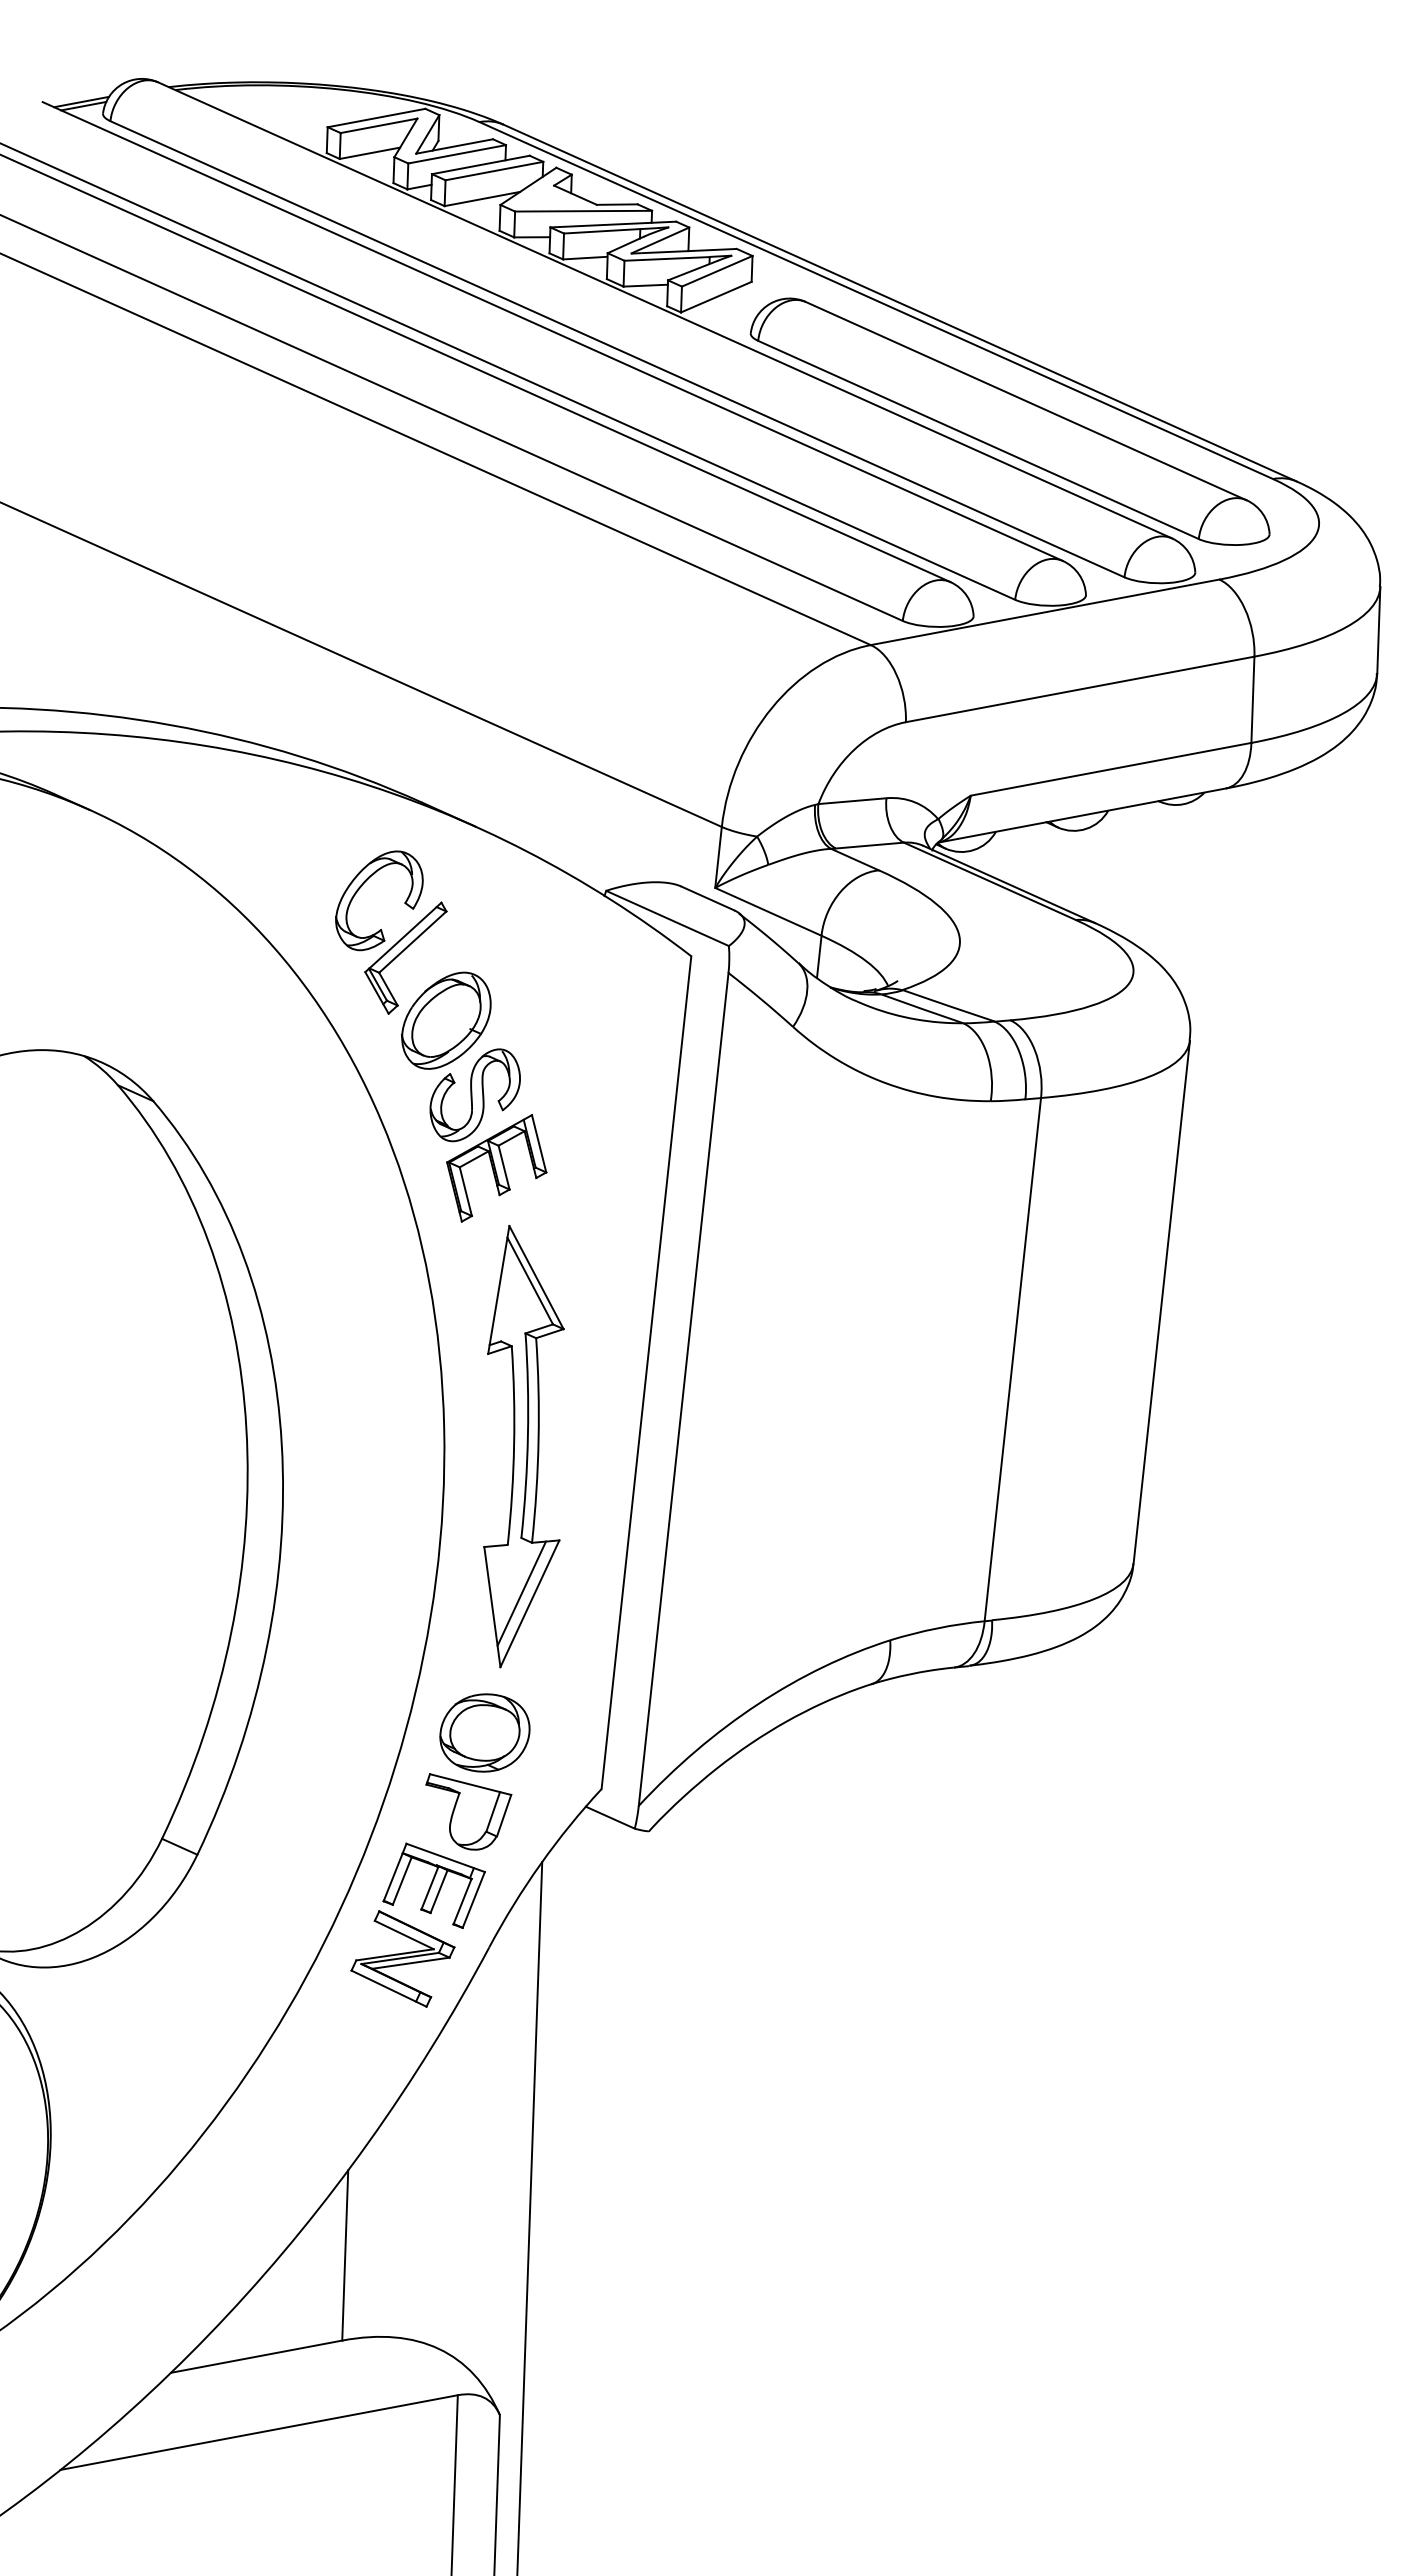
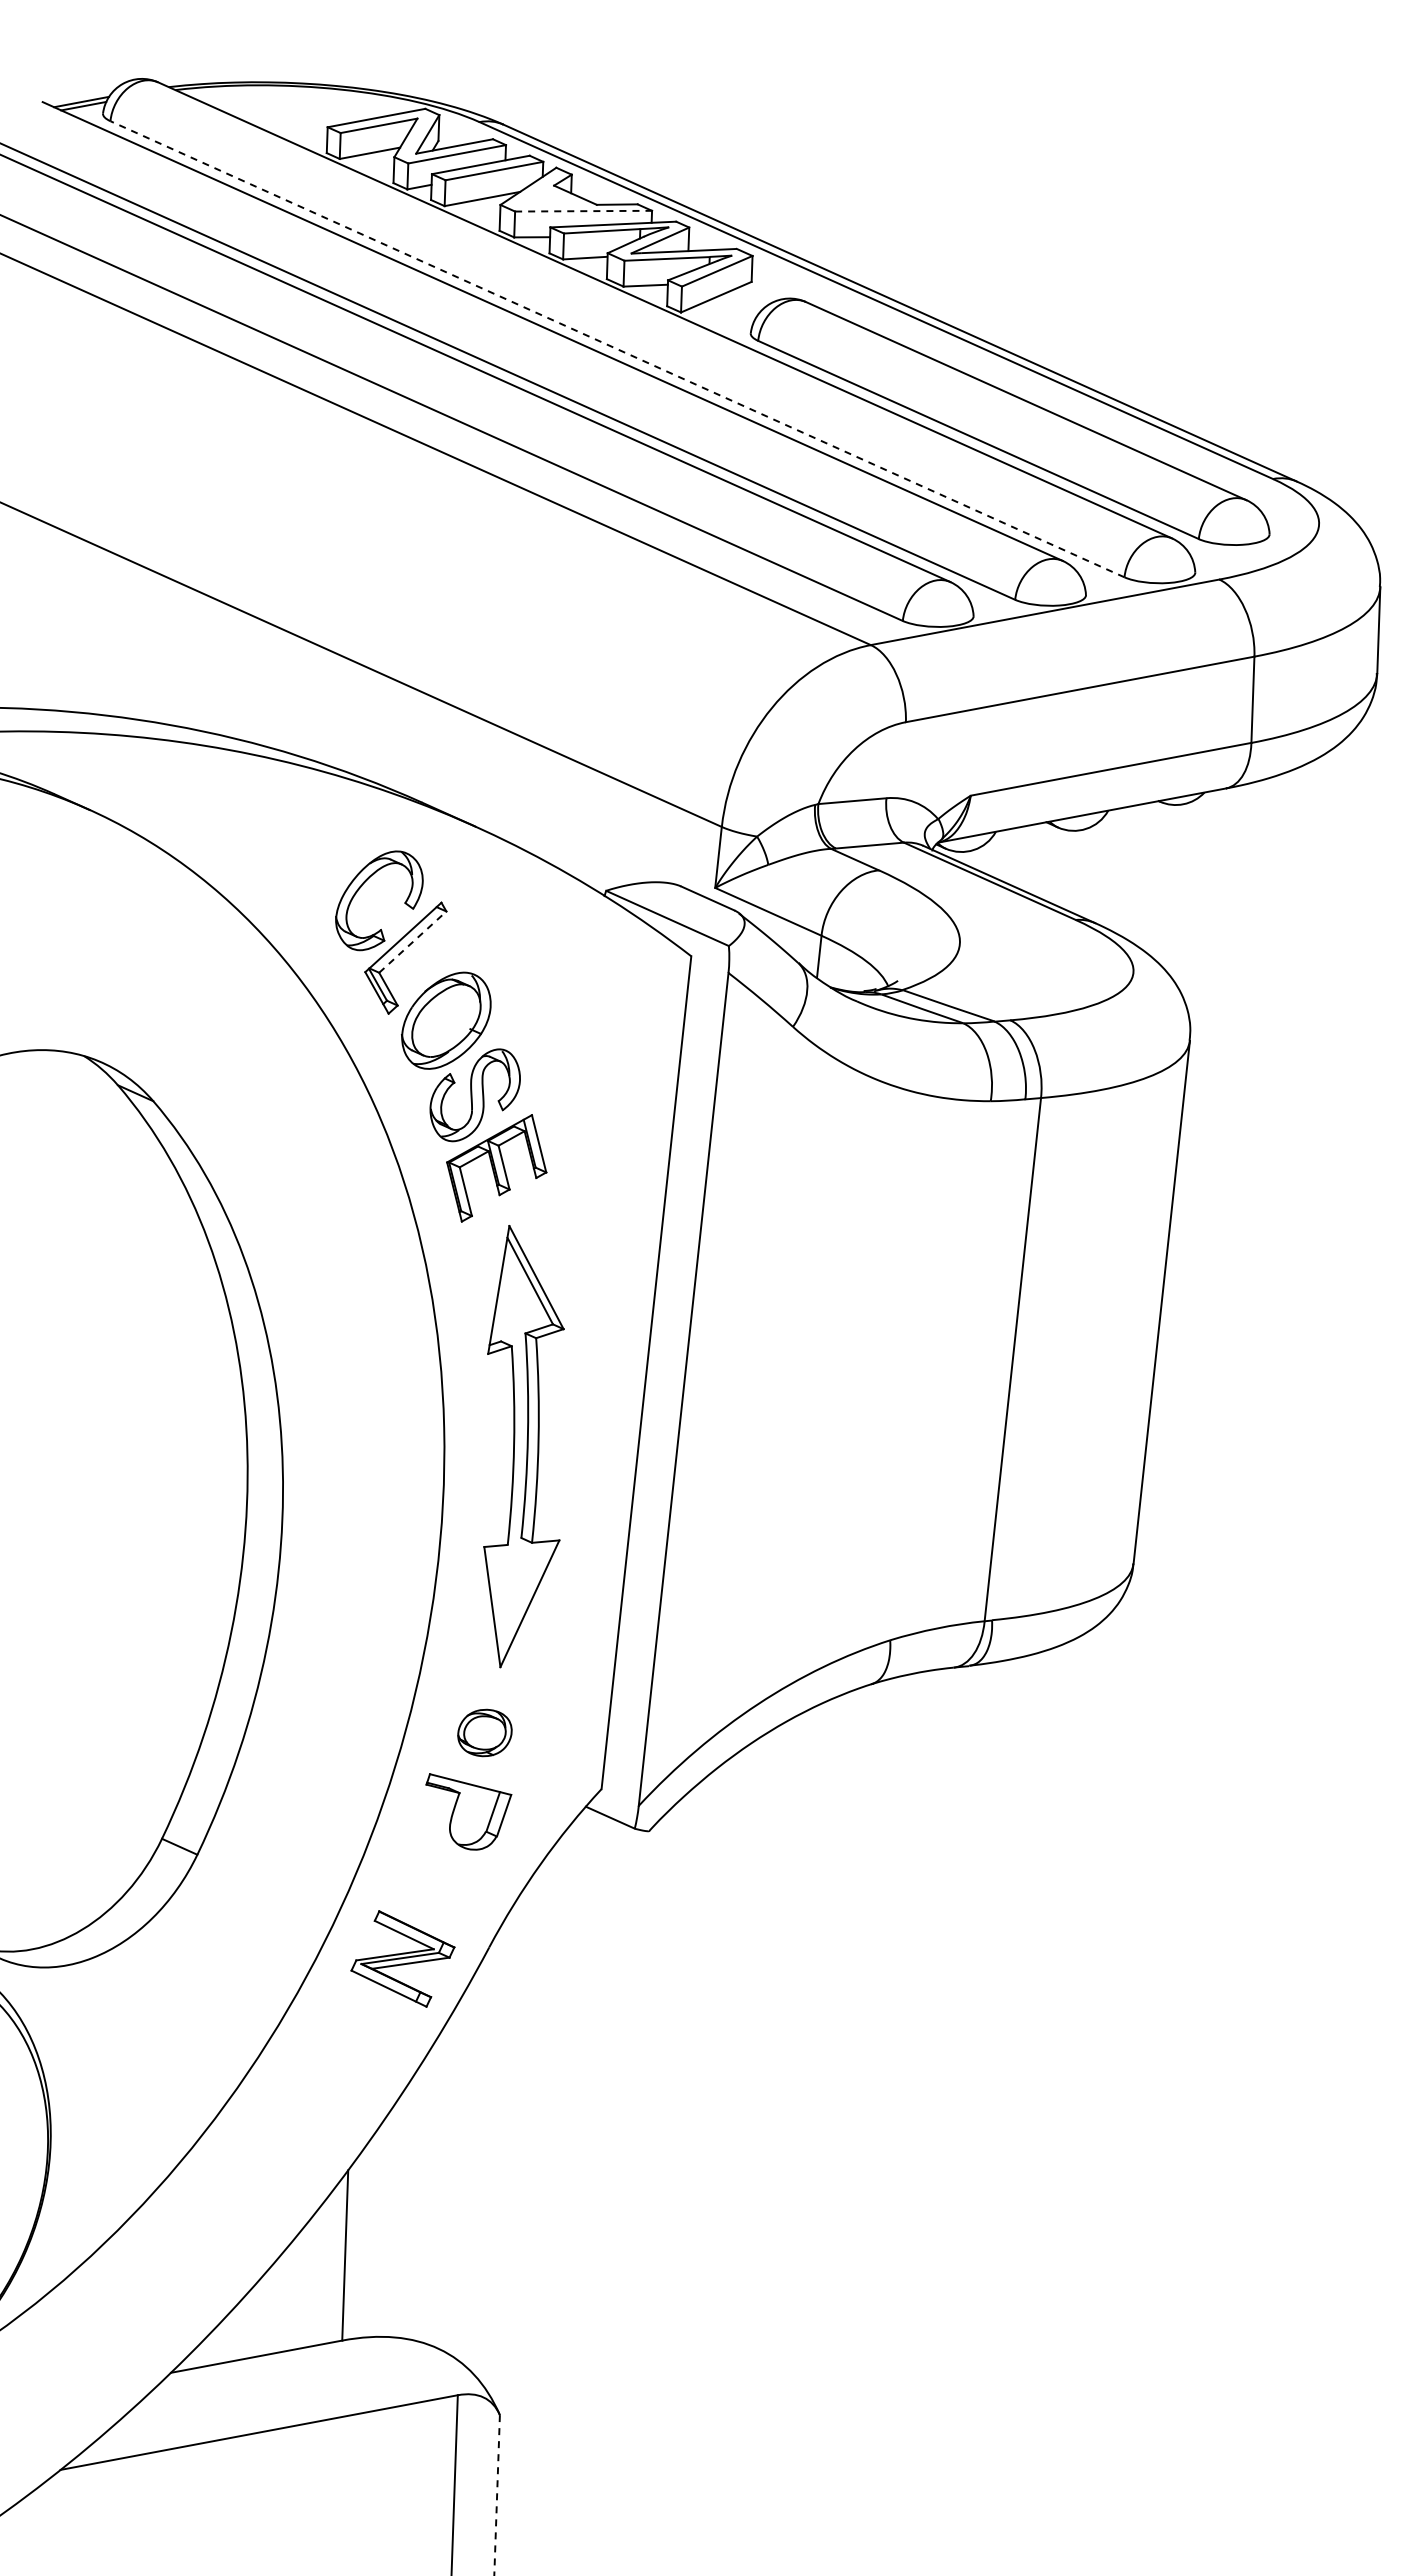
line at (584, 211): solid -> dashed
line at (617, 349): solid -> dashed
line at (413, 941): solid -> dashed
line at (521, 1593): present -> none
part at (484, 1732) size: 92x80 px -> 56x50 px
part at (433, 1885): present -> none
line at (529, 2216): present -> none
line at (497, 2495): solid -> dashed
